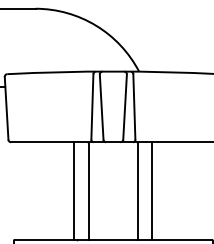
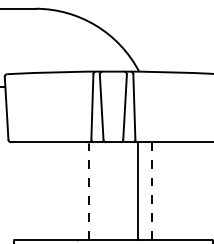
line at (74, 190): present -> none
line at (88, 191): solid -> dashed
line at (152, 191): solid -> dashed
